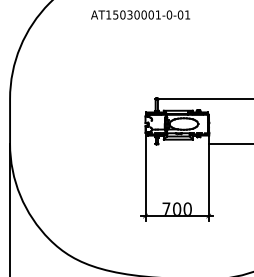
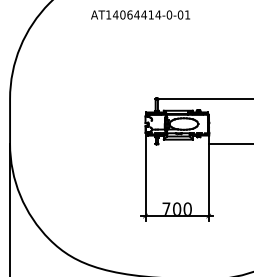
text at (136, 14): AT15030001-0-01 -> AT14064414-0-01
